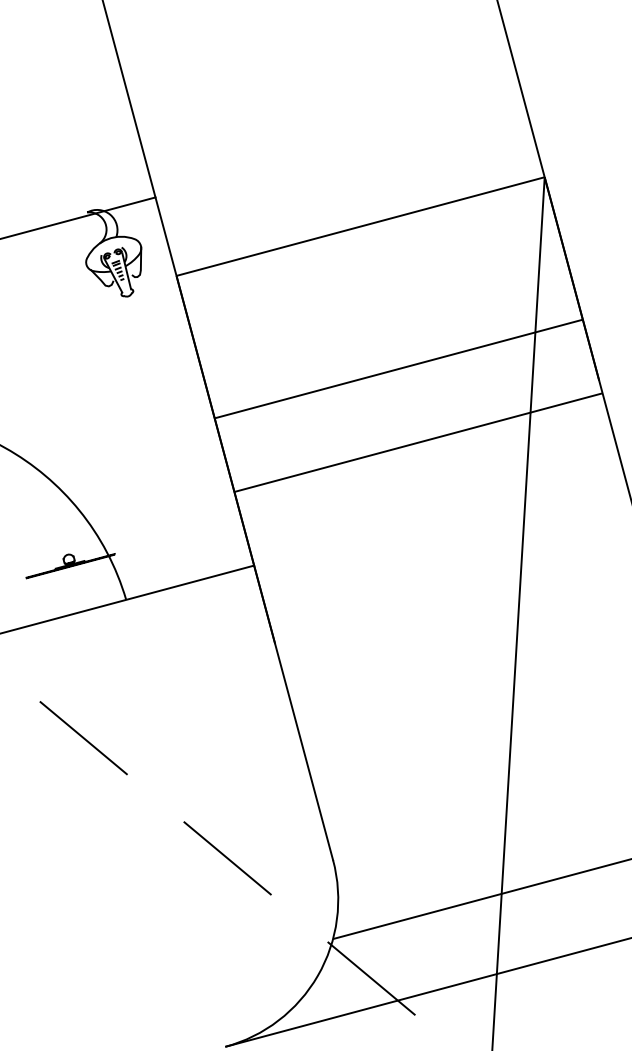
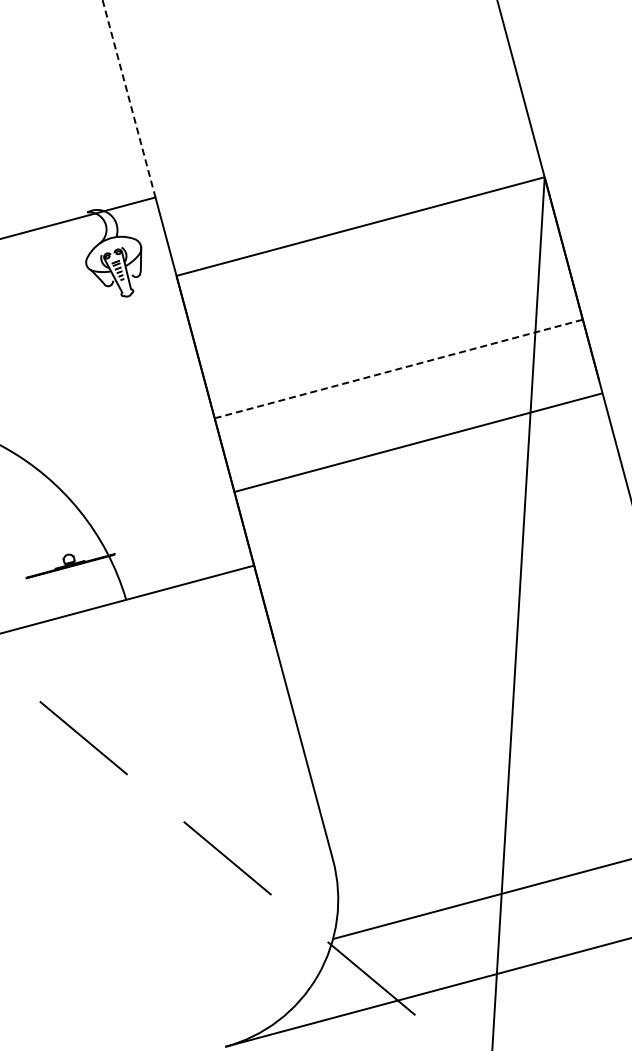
line at (129, 98): solid -> dashed
line at (398, 369): solid -> dashed
